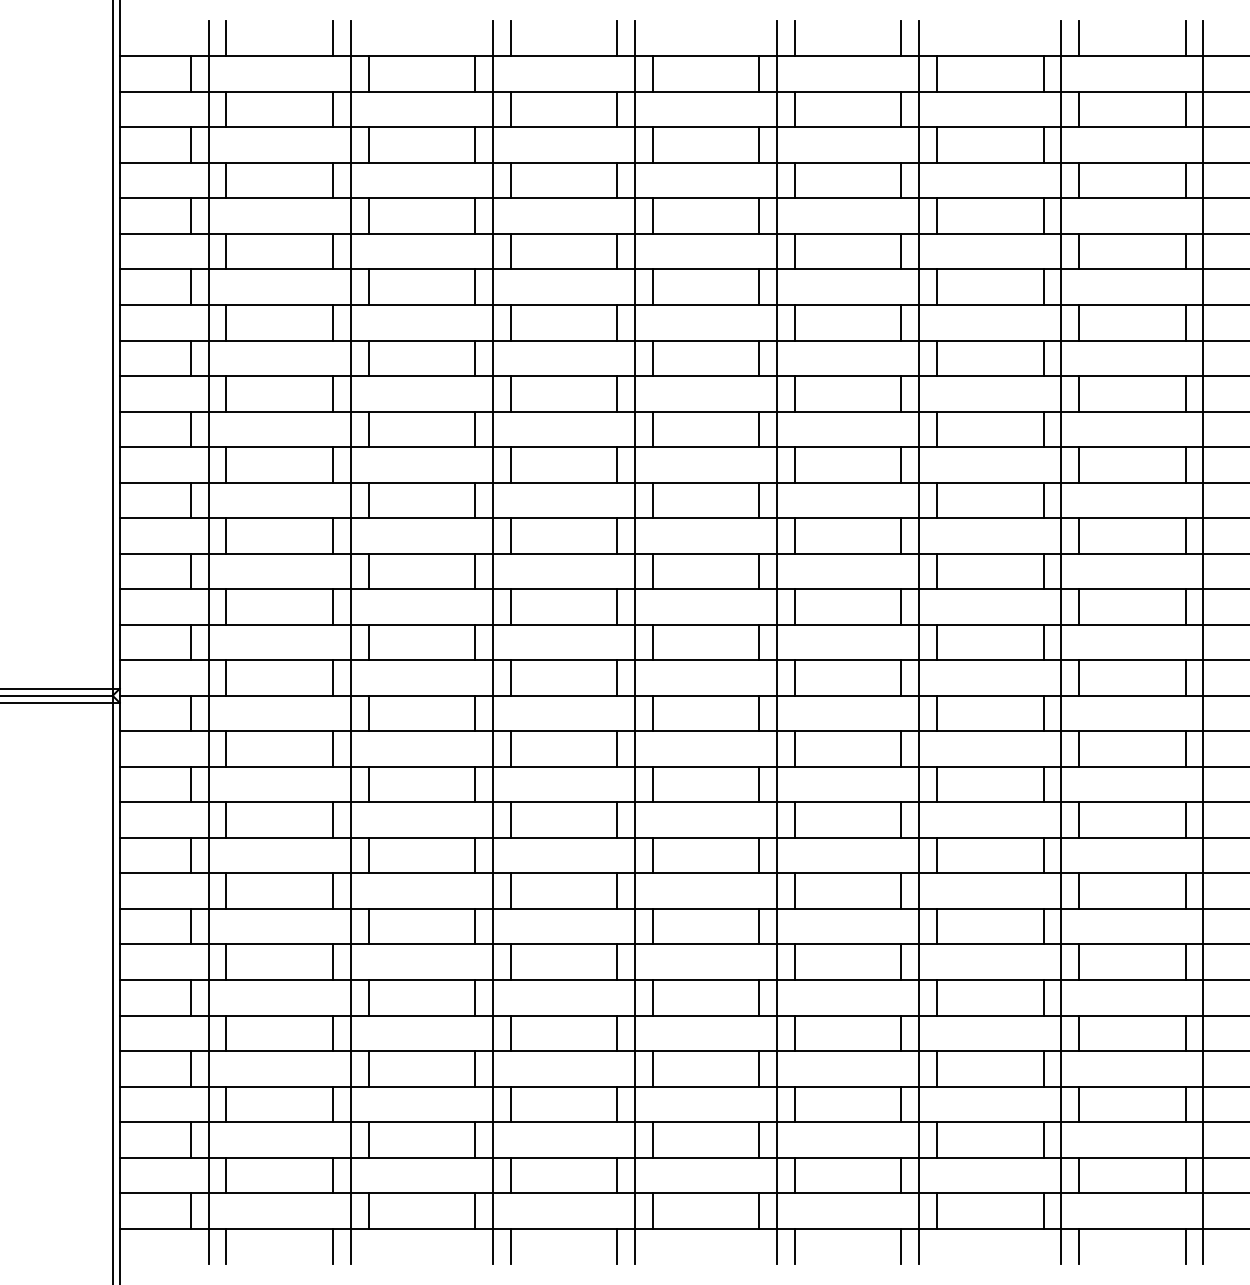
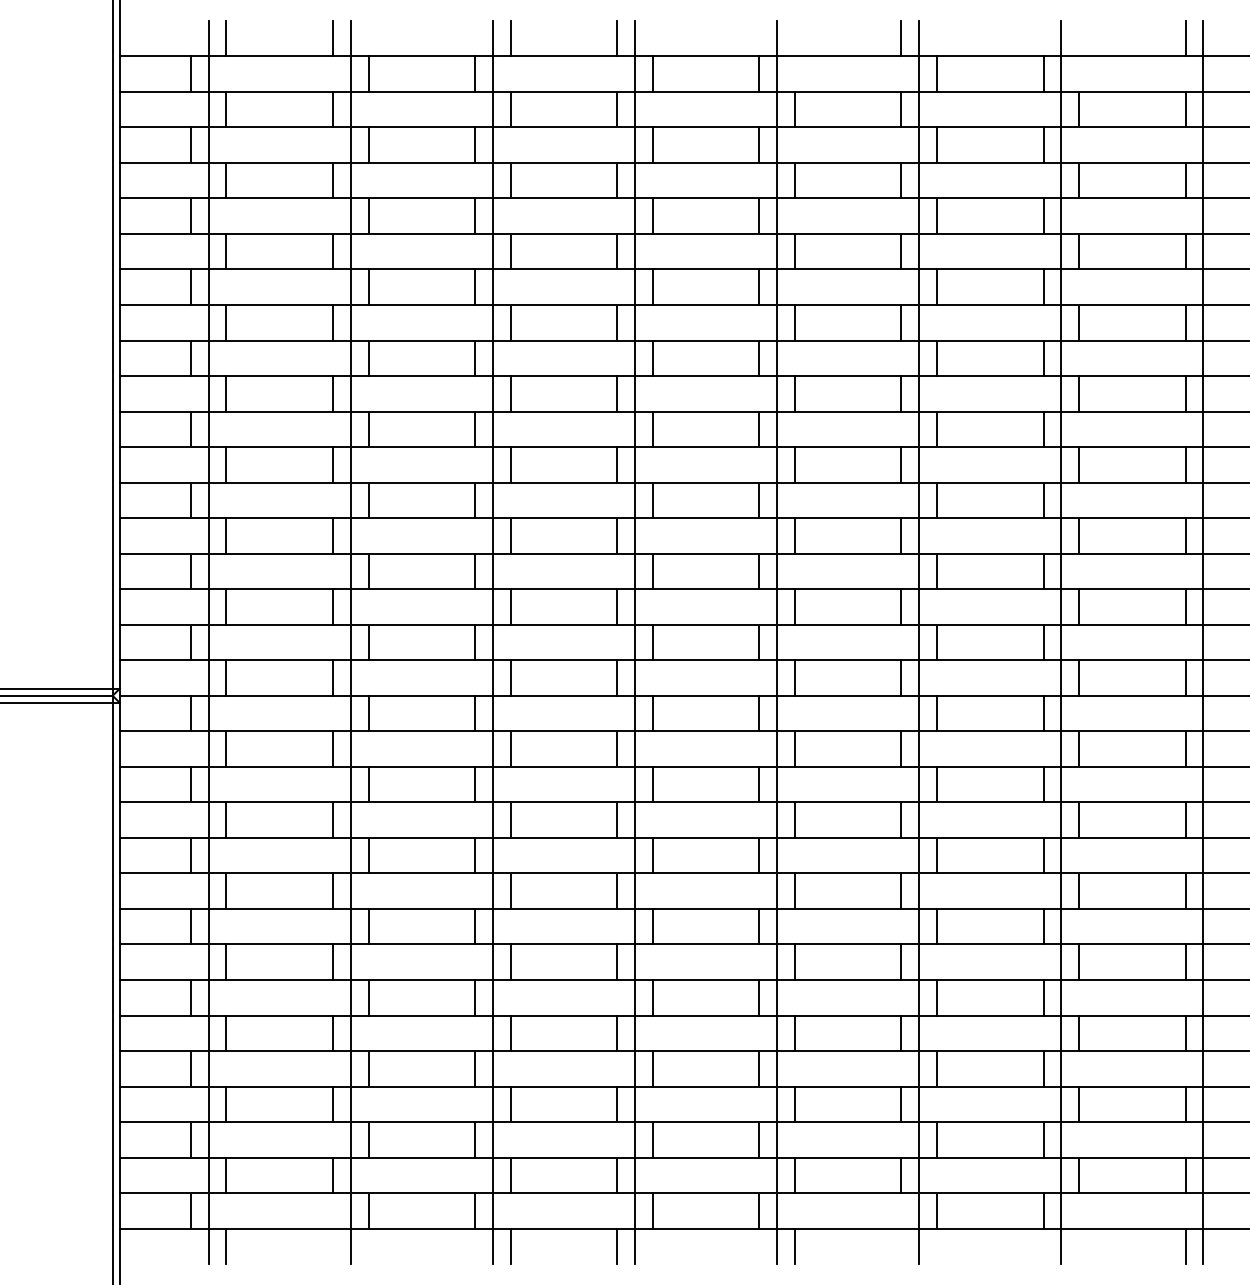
line at (794, 38): present -> none
line at (1079, 38): present -> none
line at (332, 1246): present -> none
line at (901, 1246): present -> none
line at (1079, 1246): present -> none
